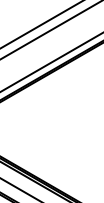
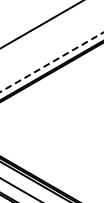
line at (50, 30): present -> none
line at (51, 62): solid -> dashed
